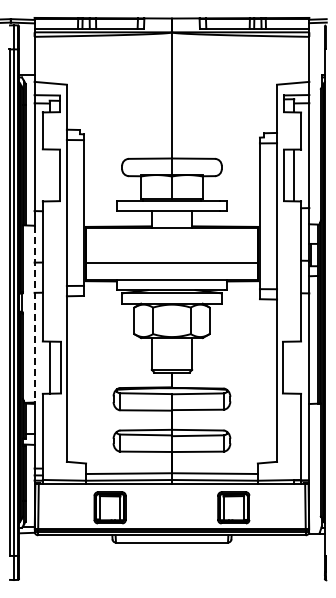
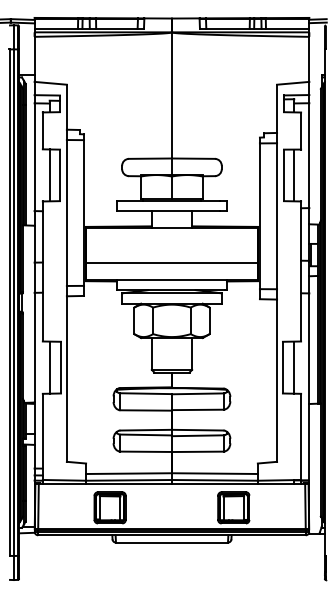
line at (49, 175): none -> present
line at (34, 314): dashed -> solid
line at (294, 367): none -> present
